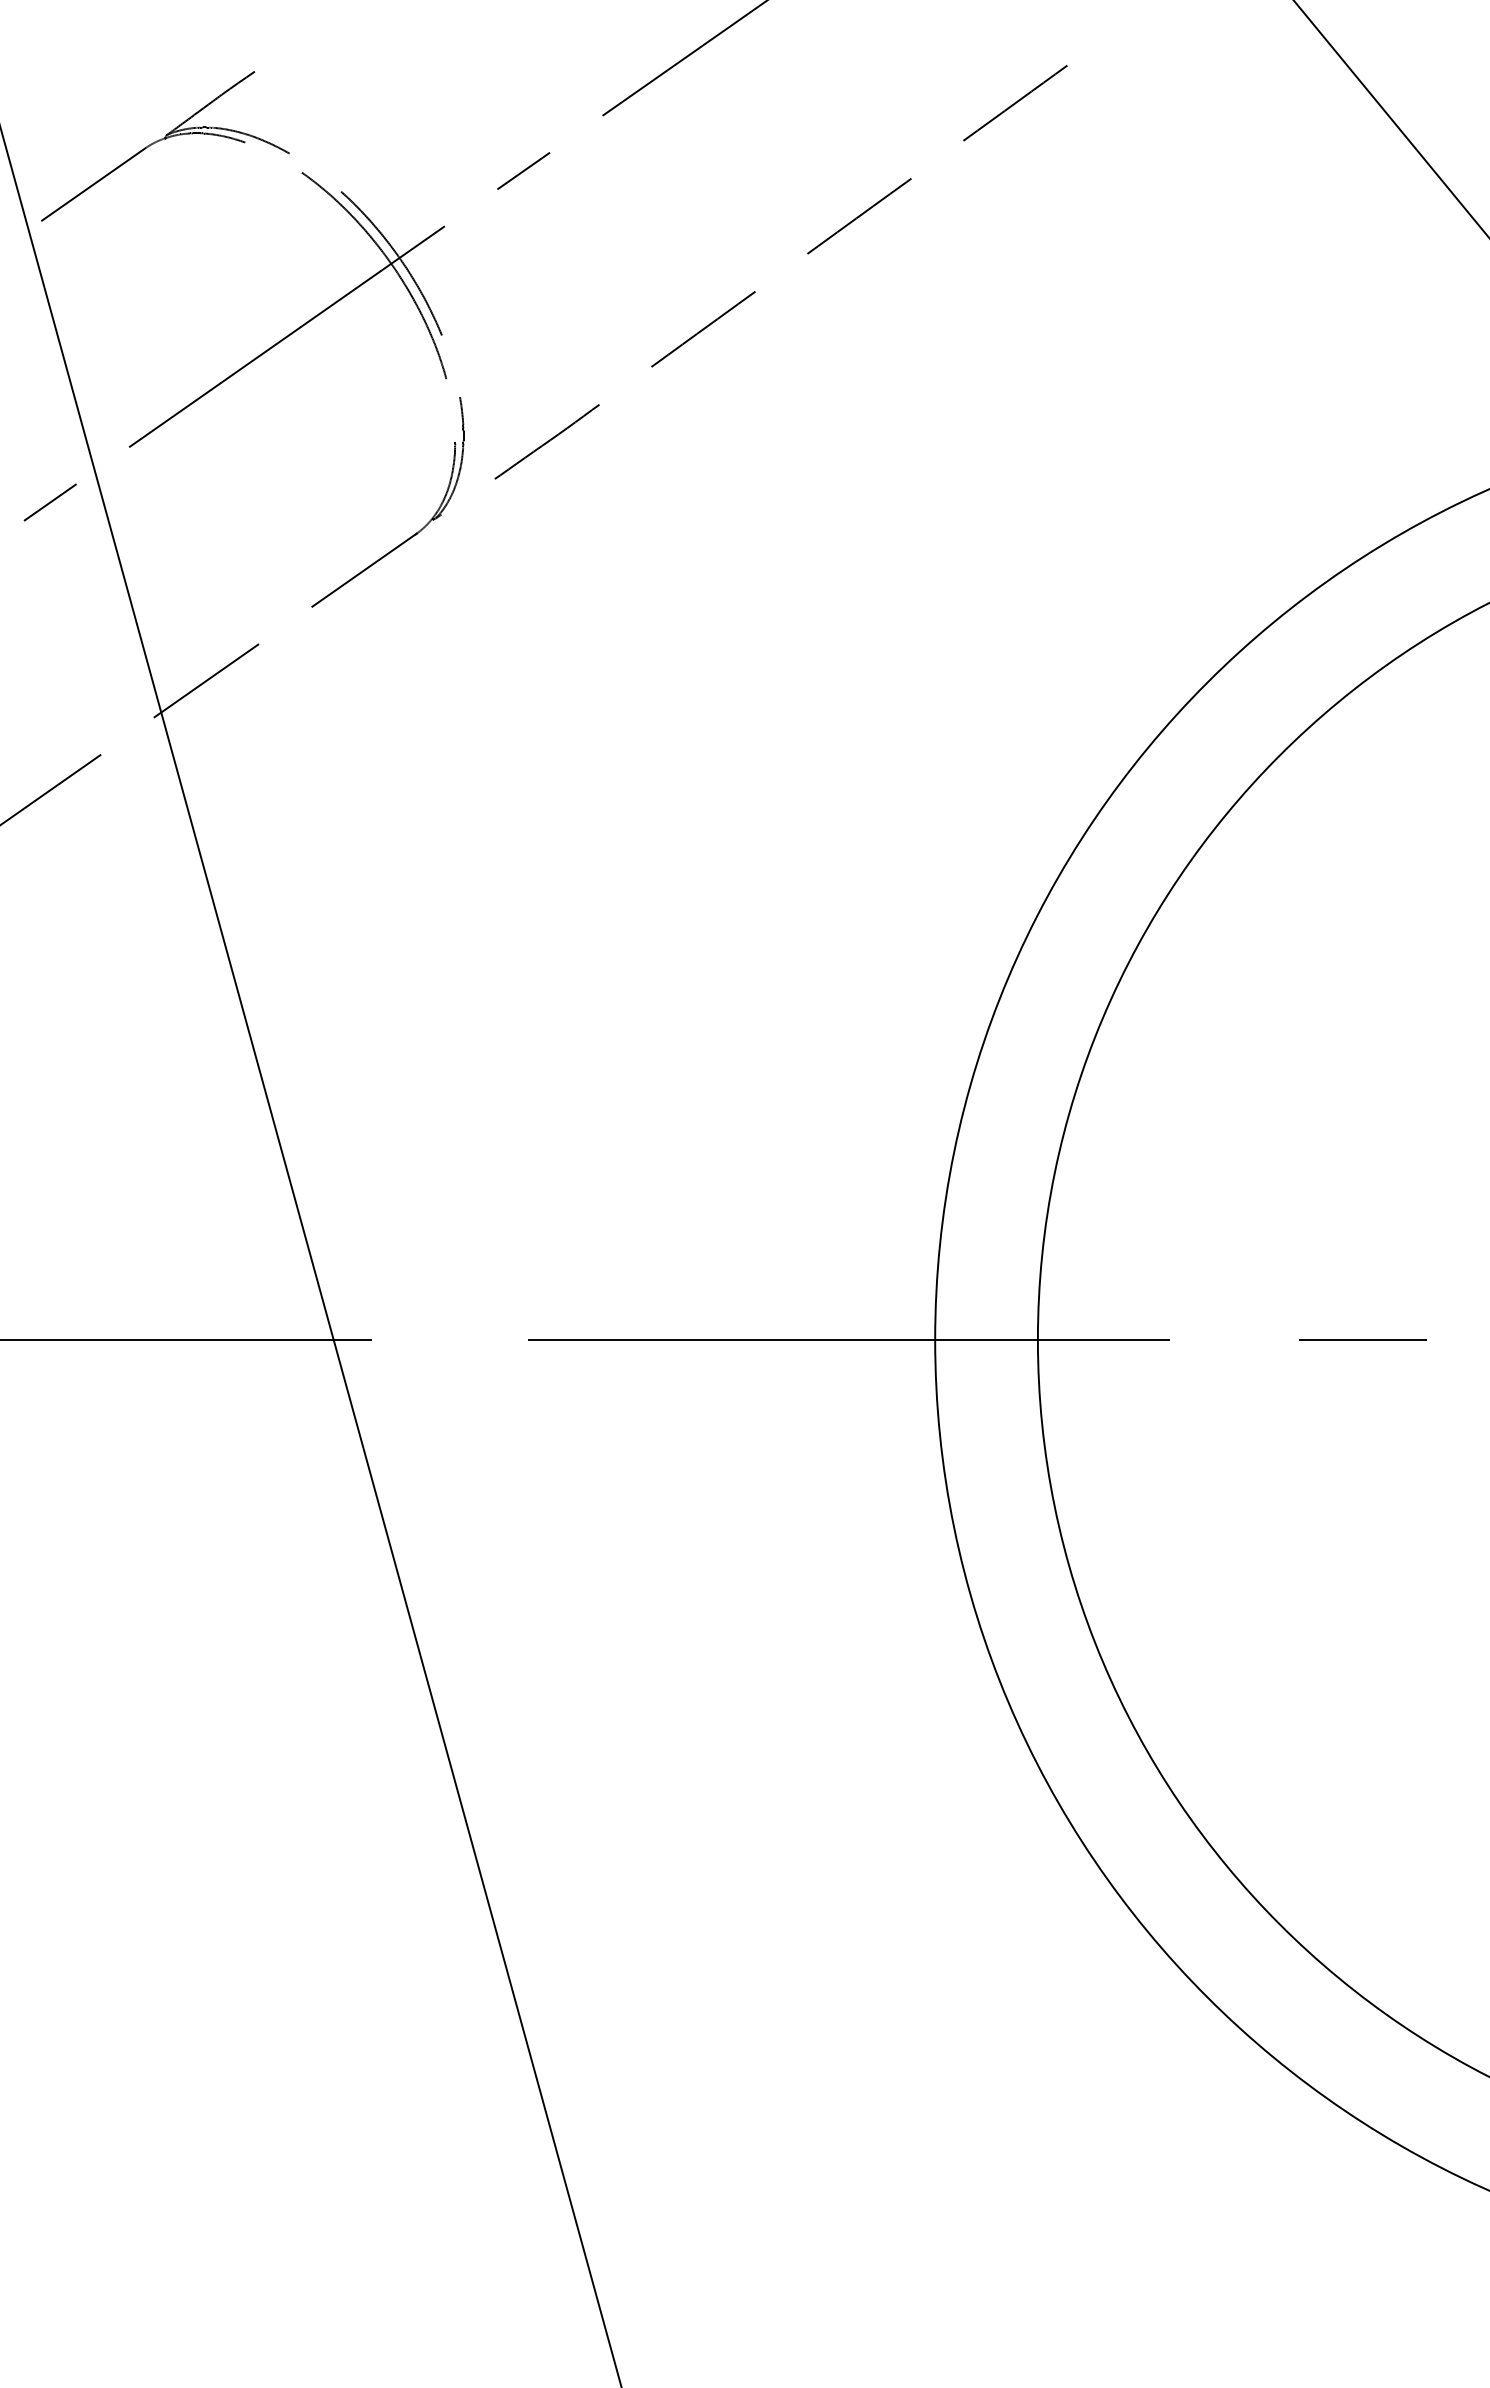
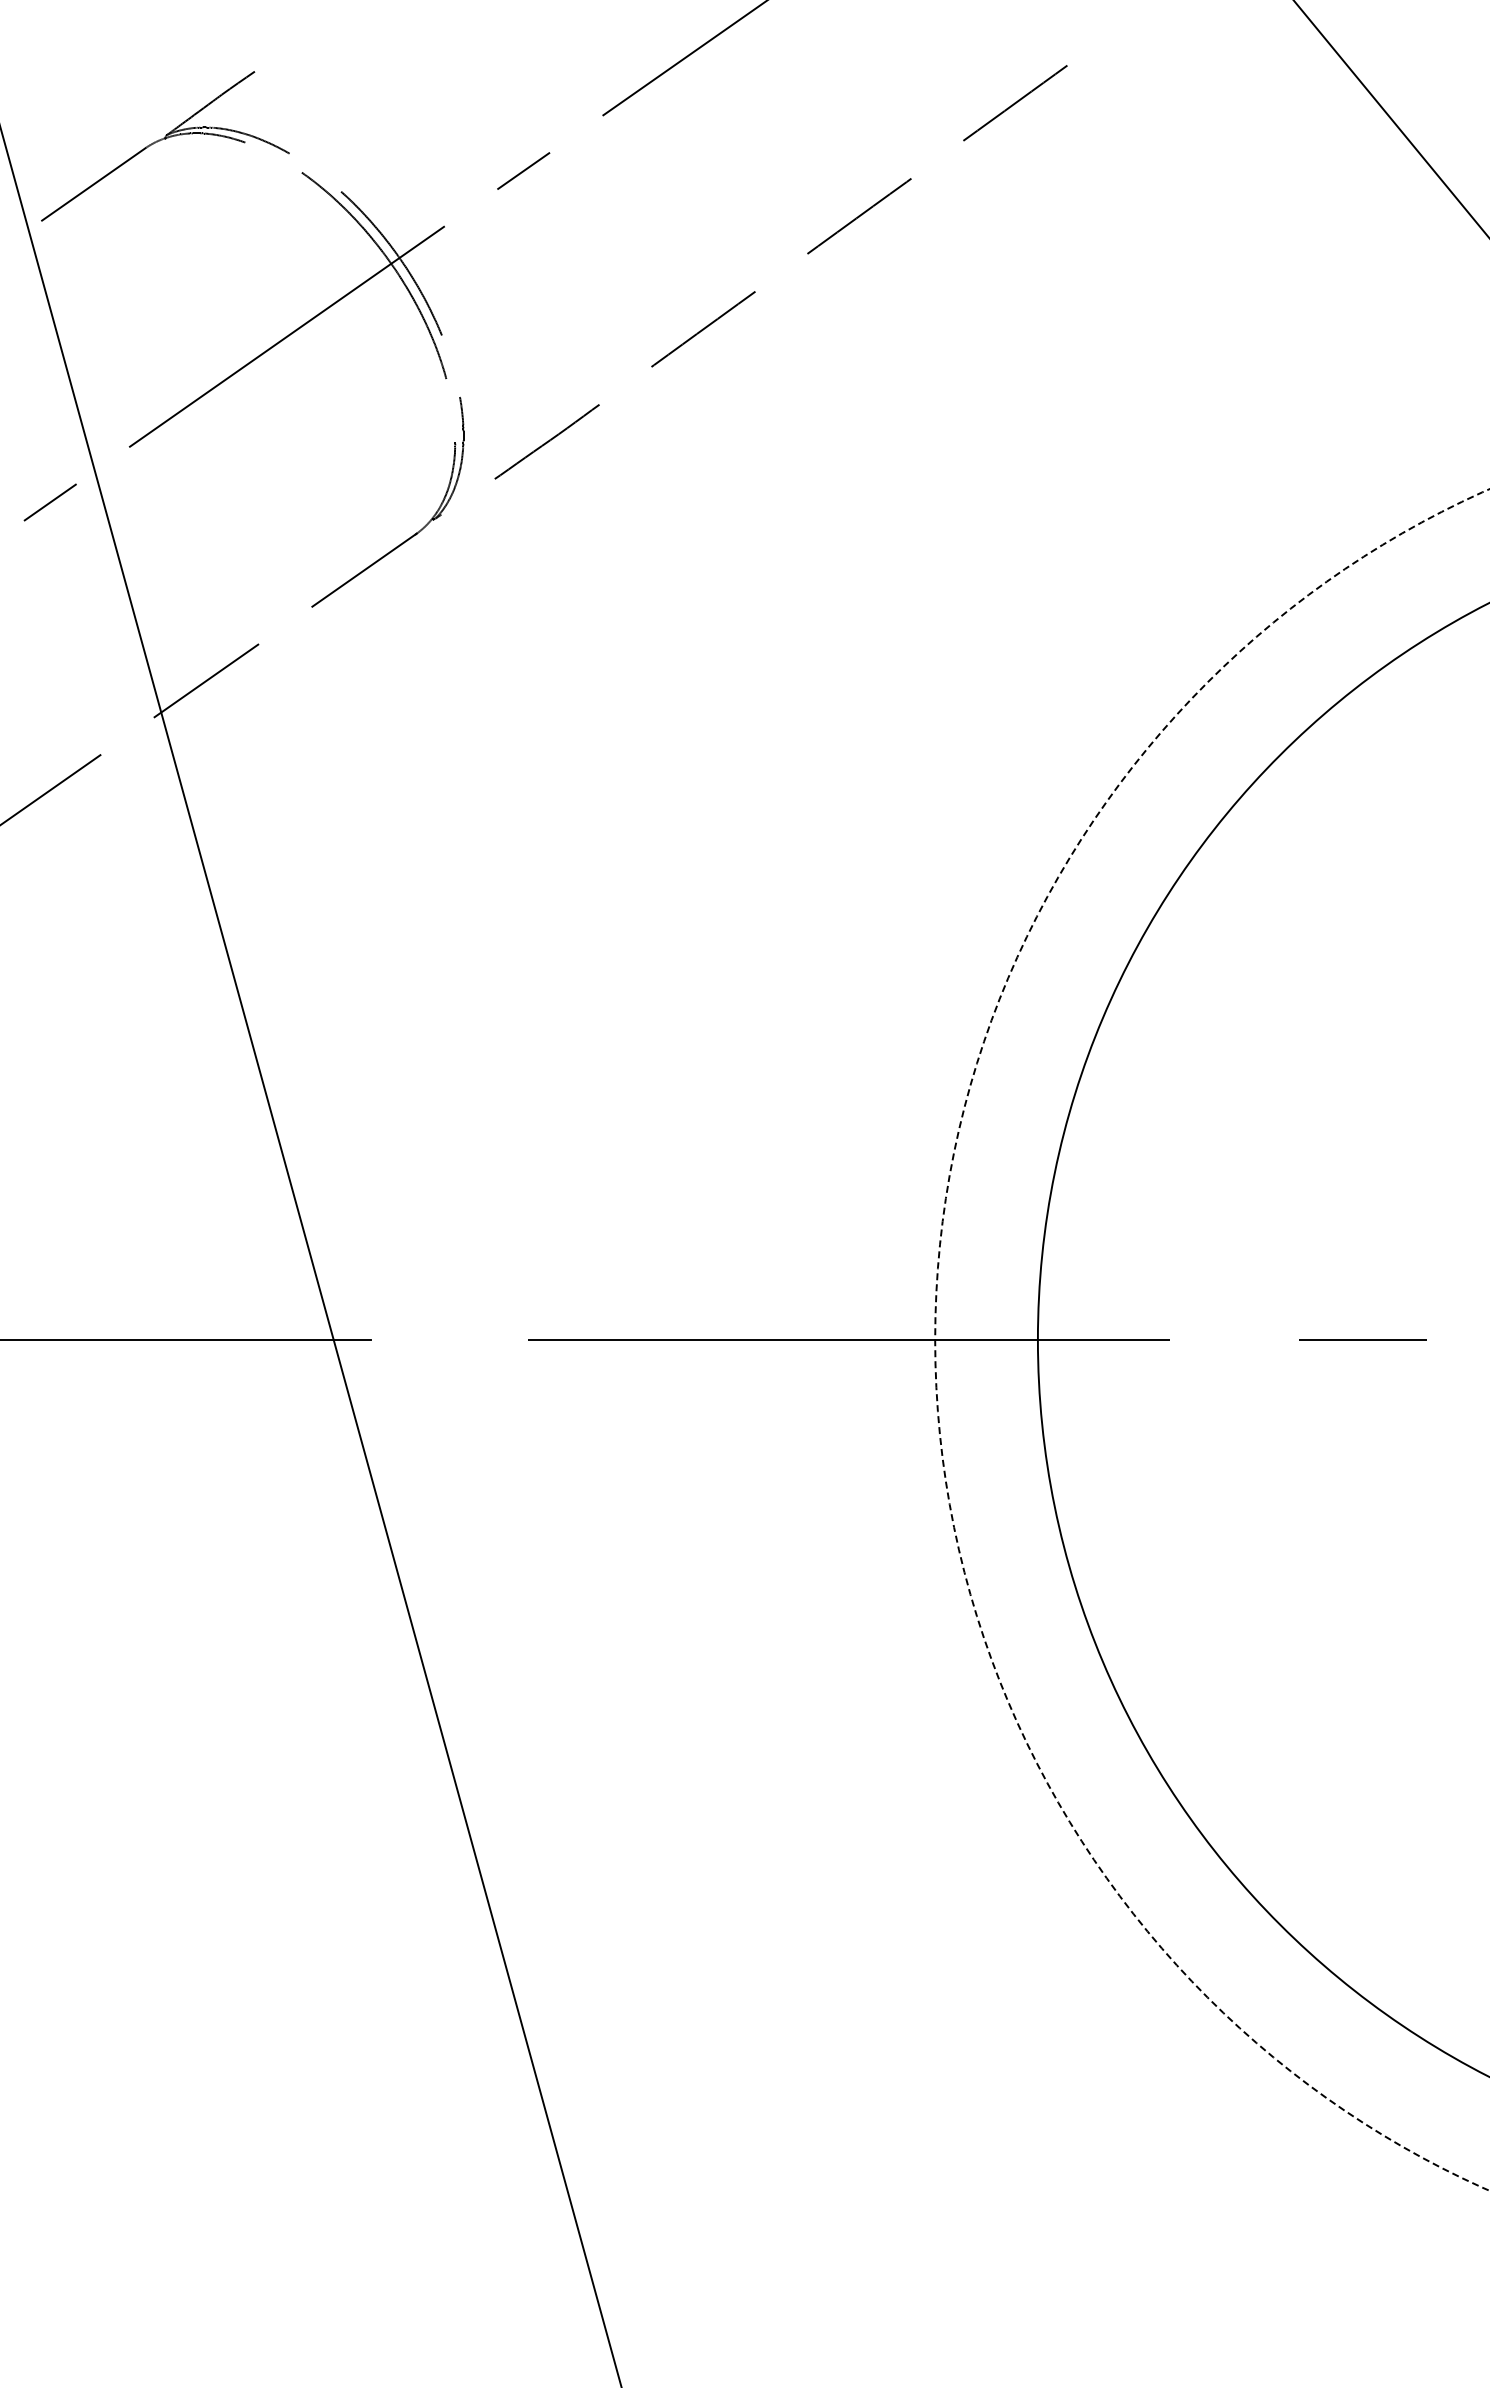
circle at (1212, 1339): solid -> dashed
